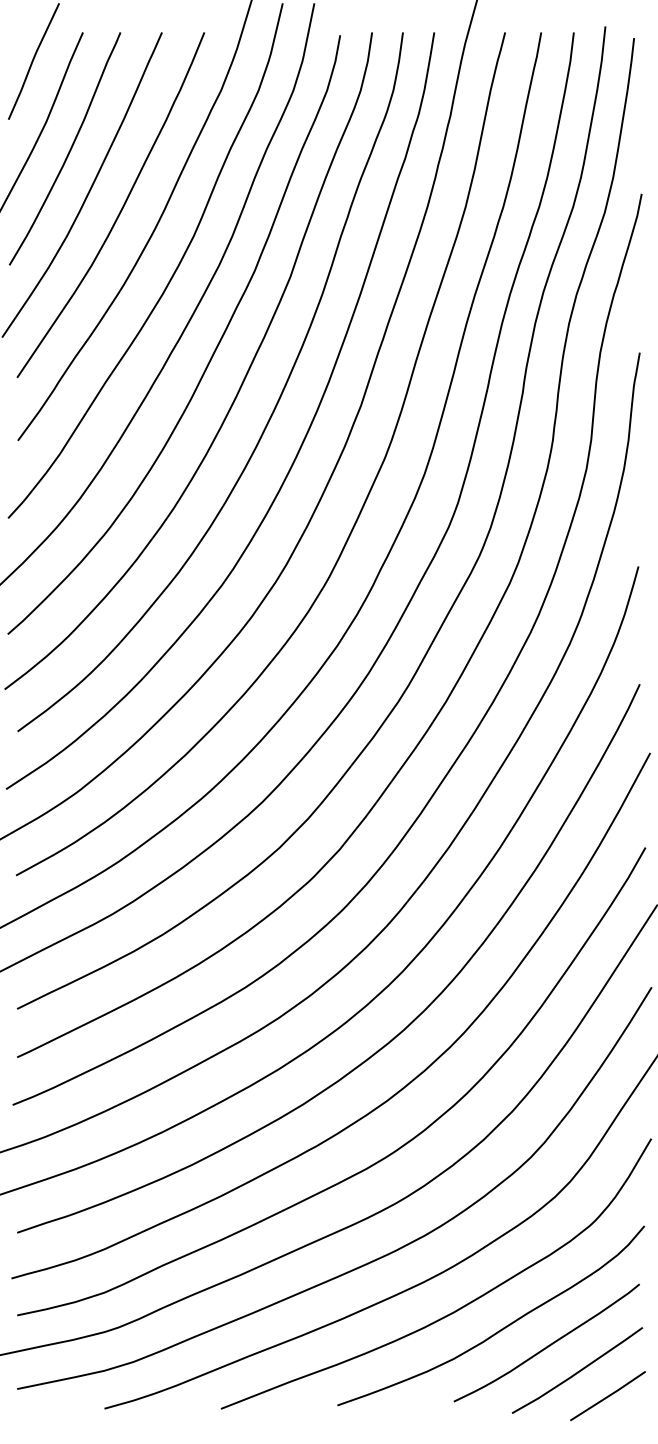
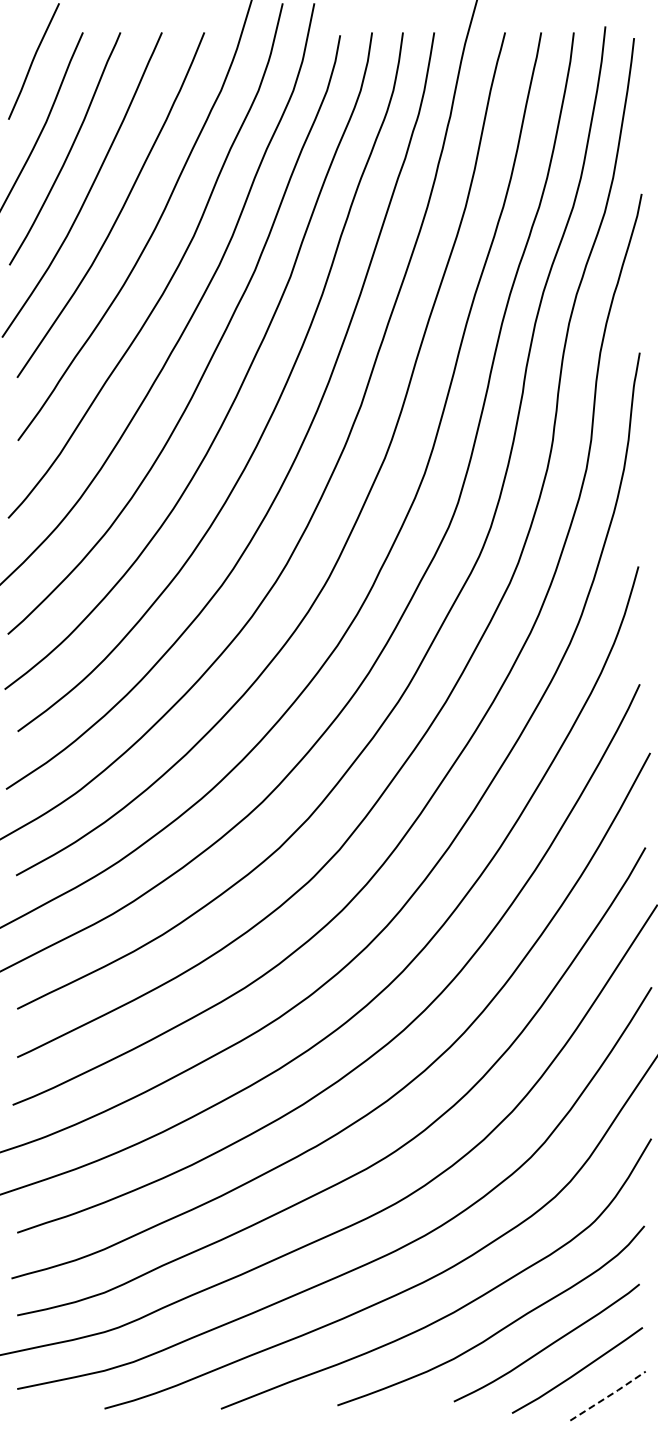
line at (608, 1396): solid -> dashed
